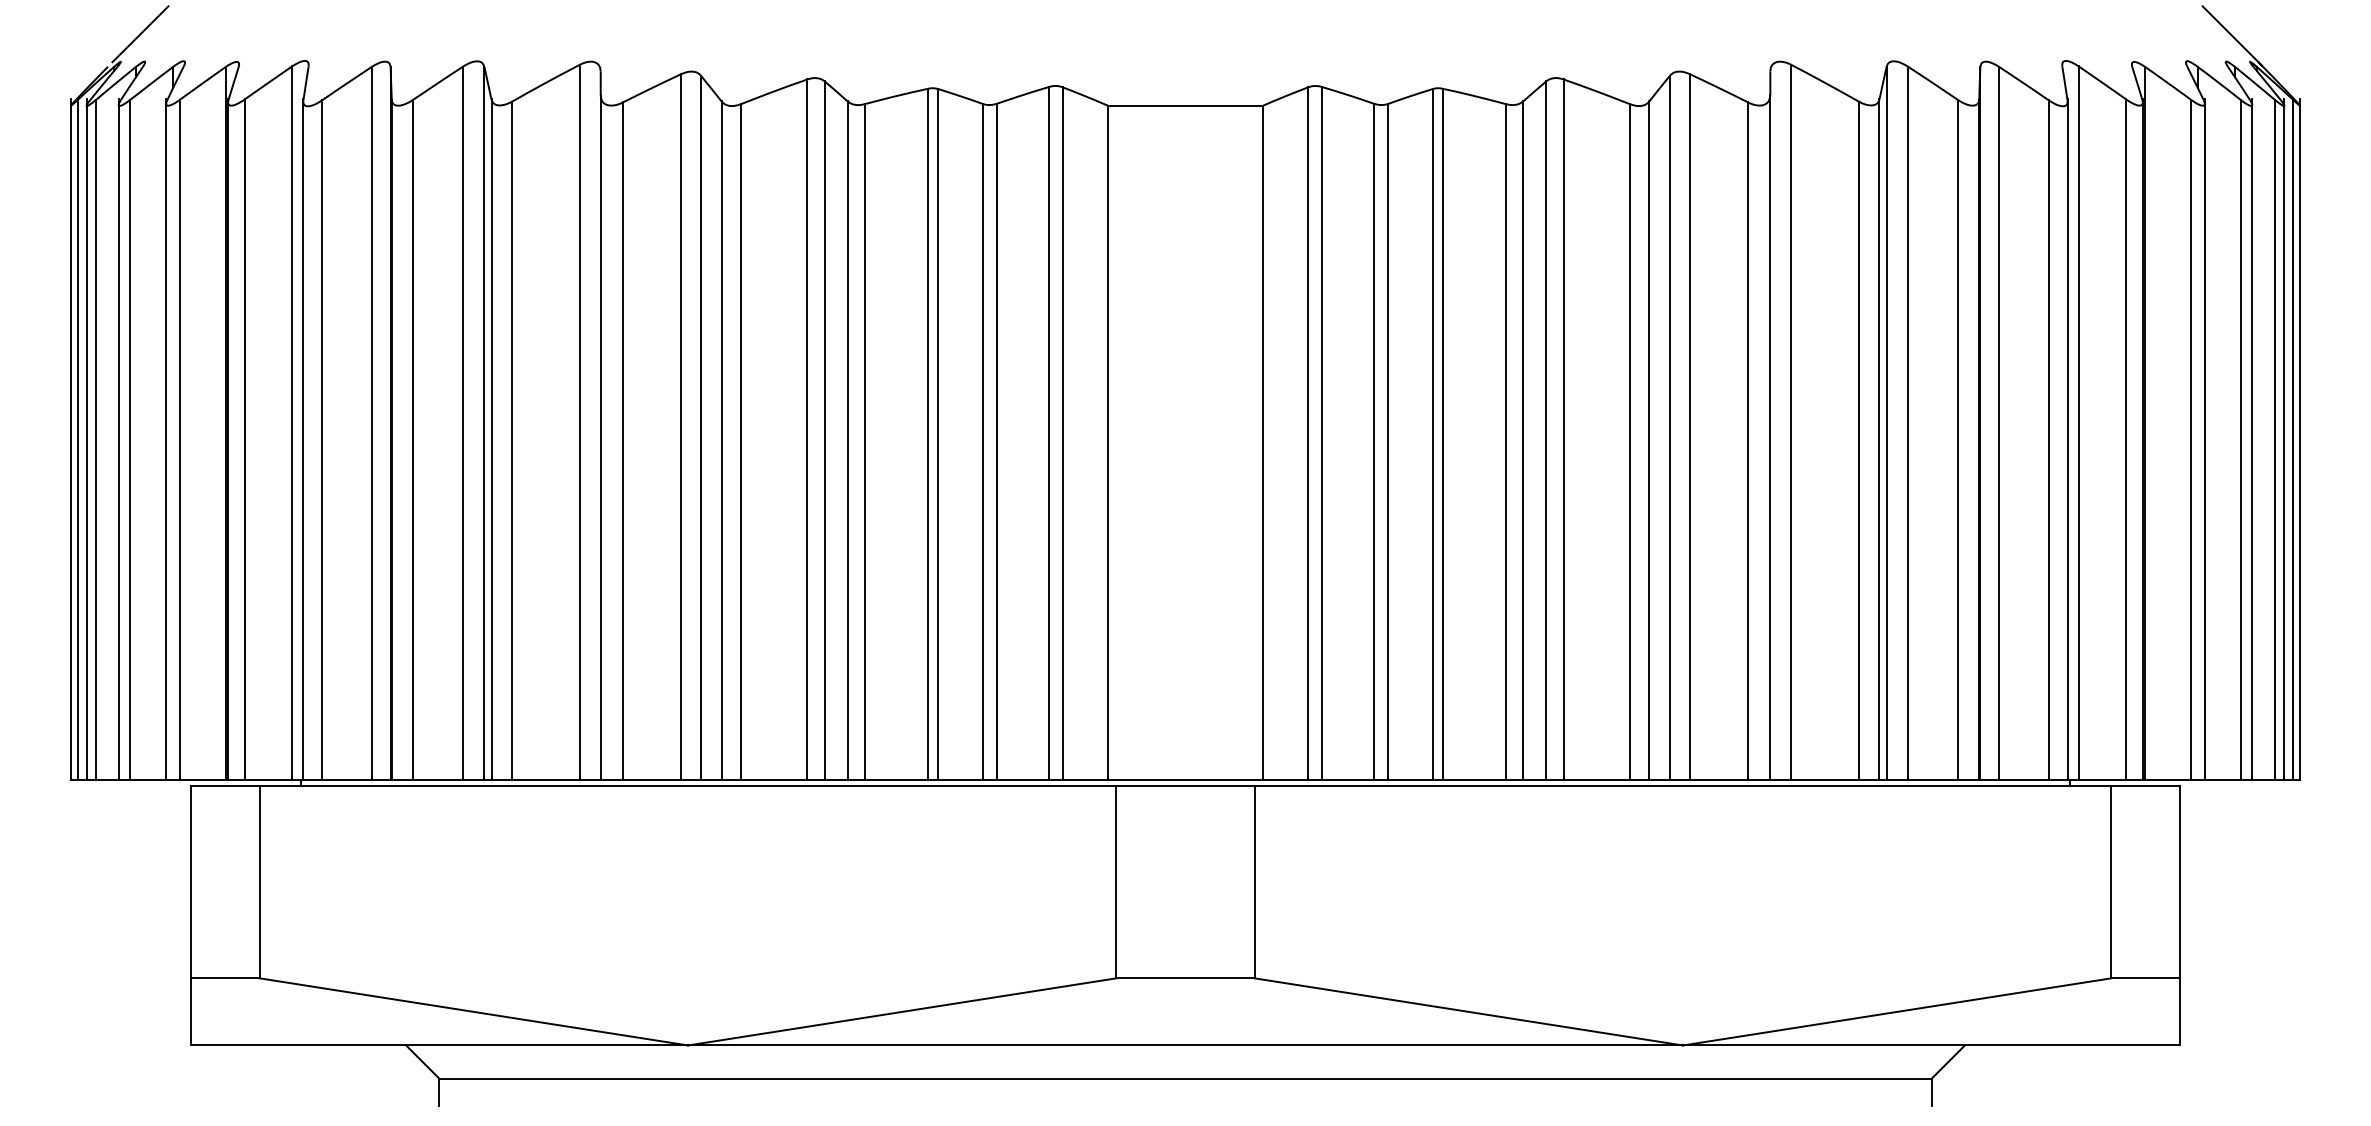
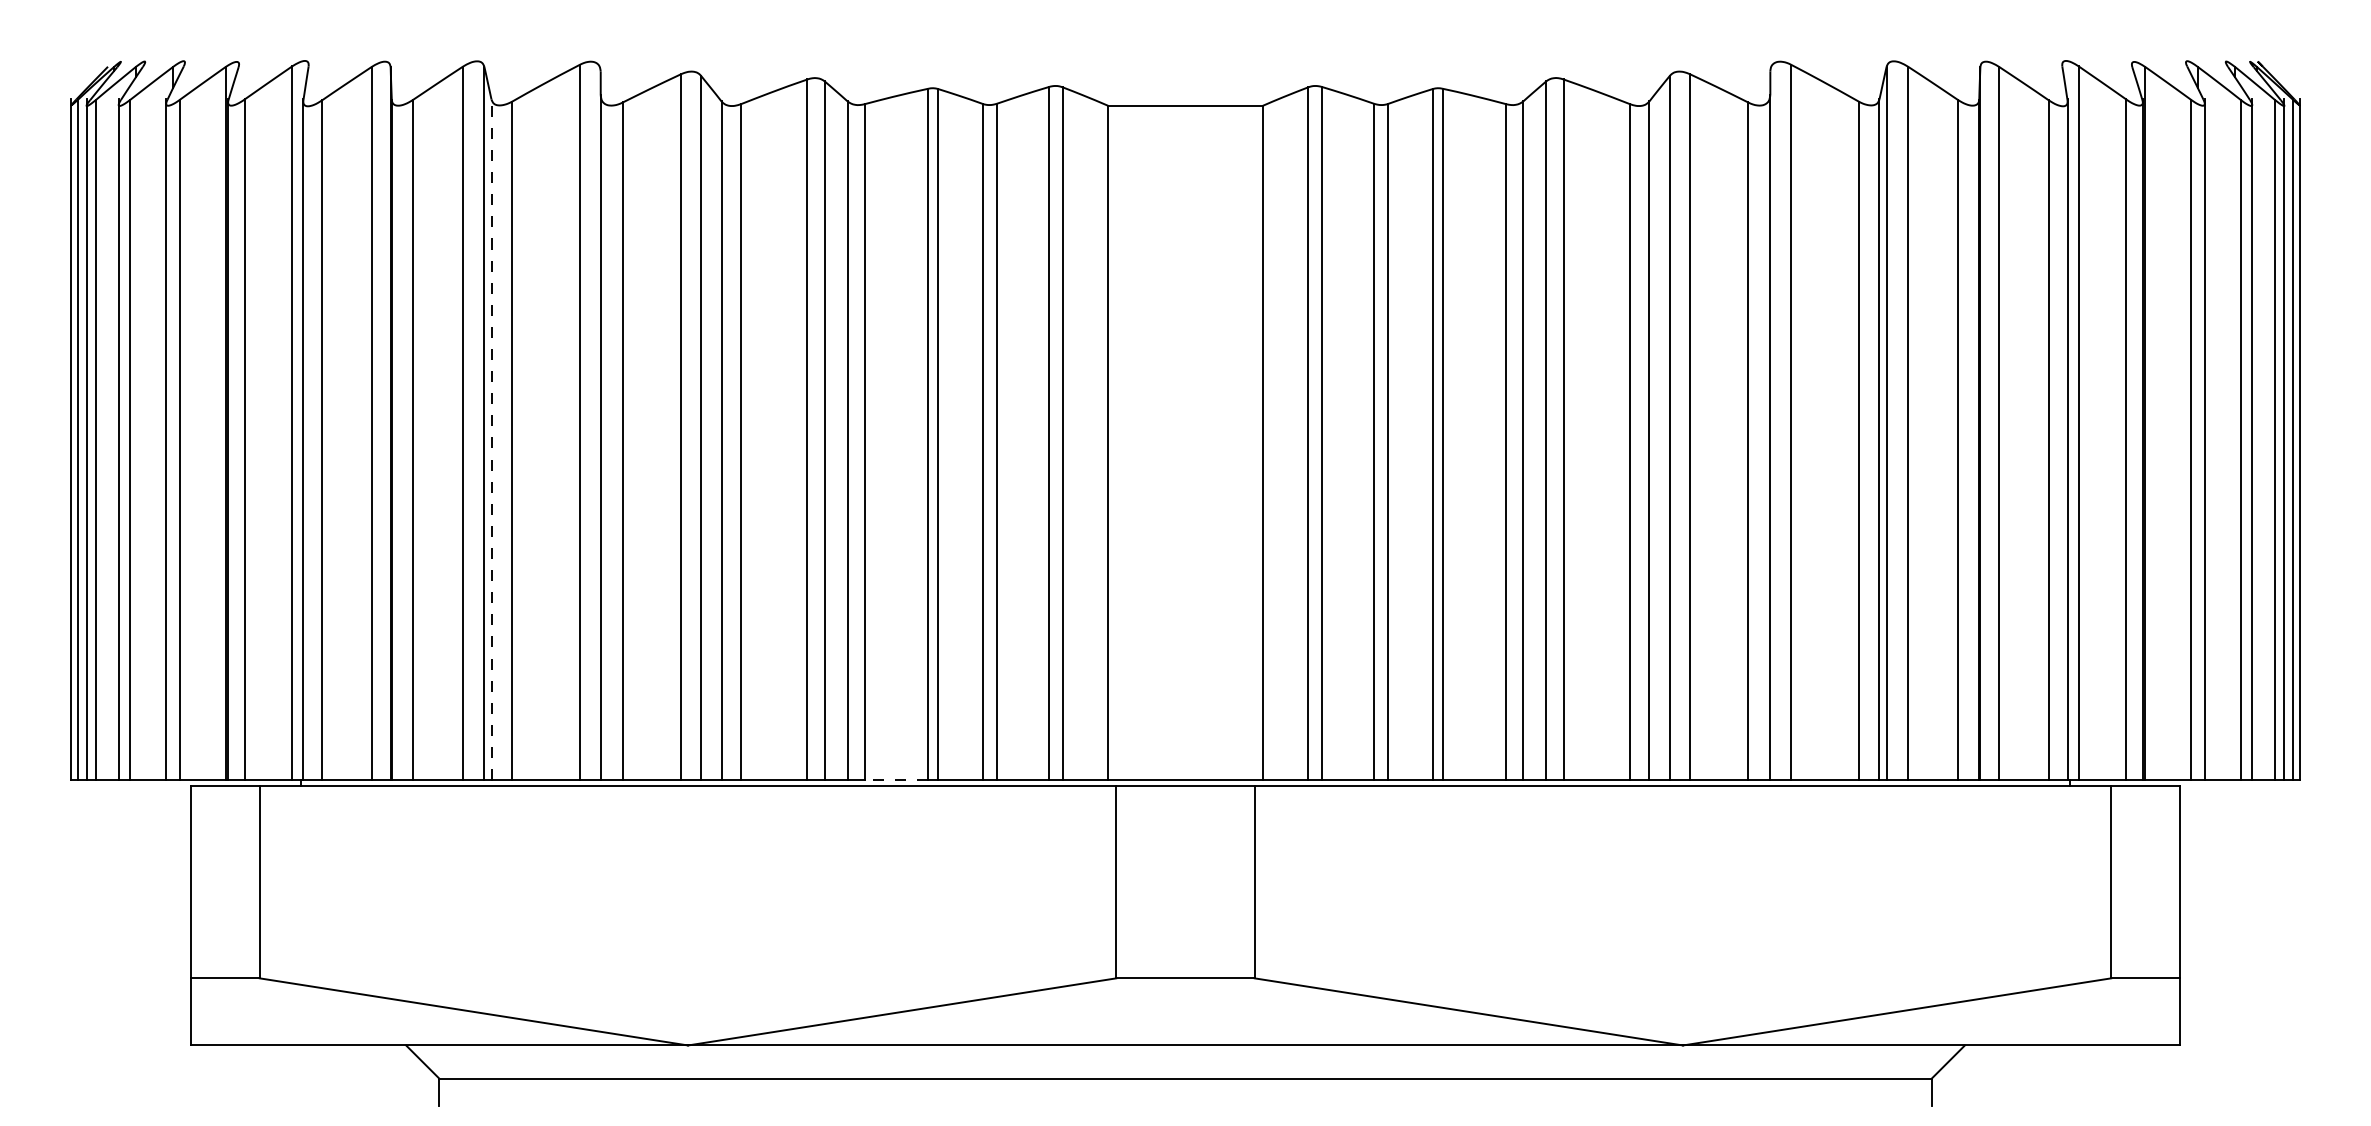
line at (2229, 33): present -> none
line at (140, 34): present -> none
line at (491, 439): solid -> dashed
line at (896, 780): solid -> dashed
